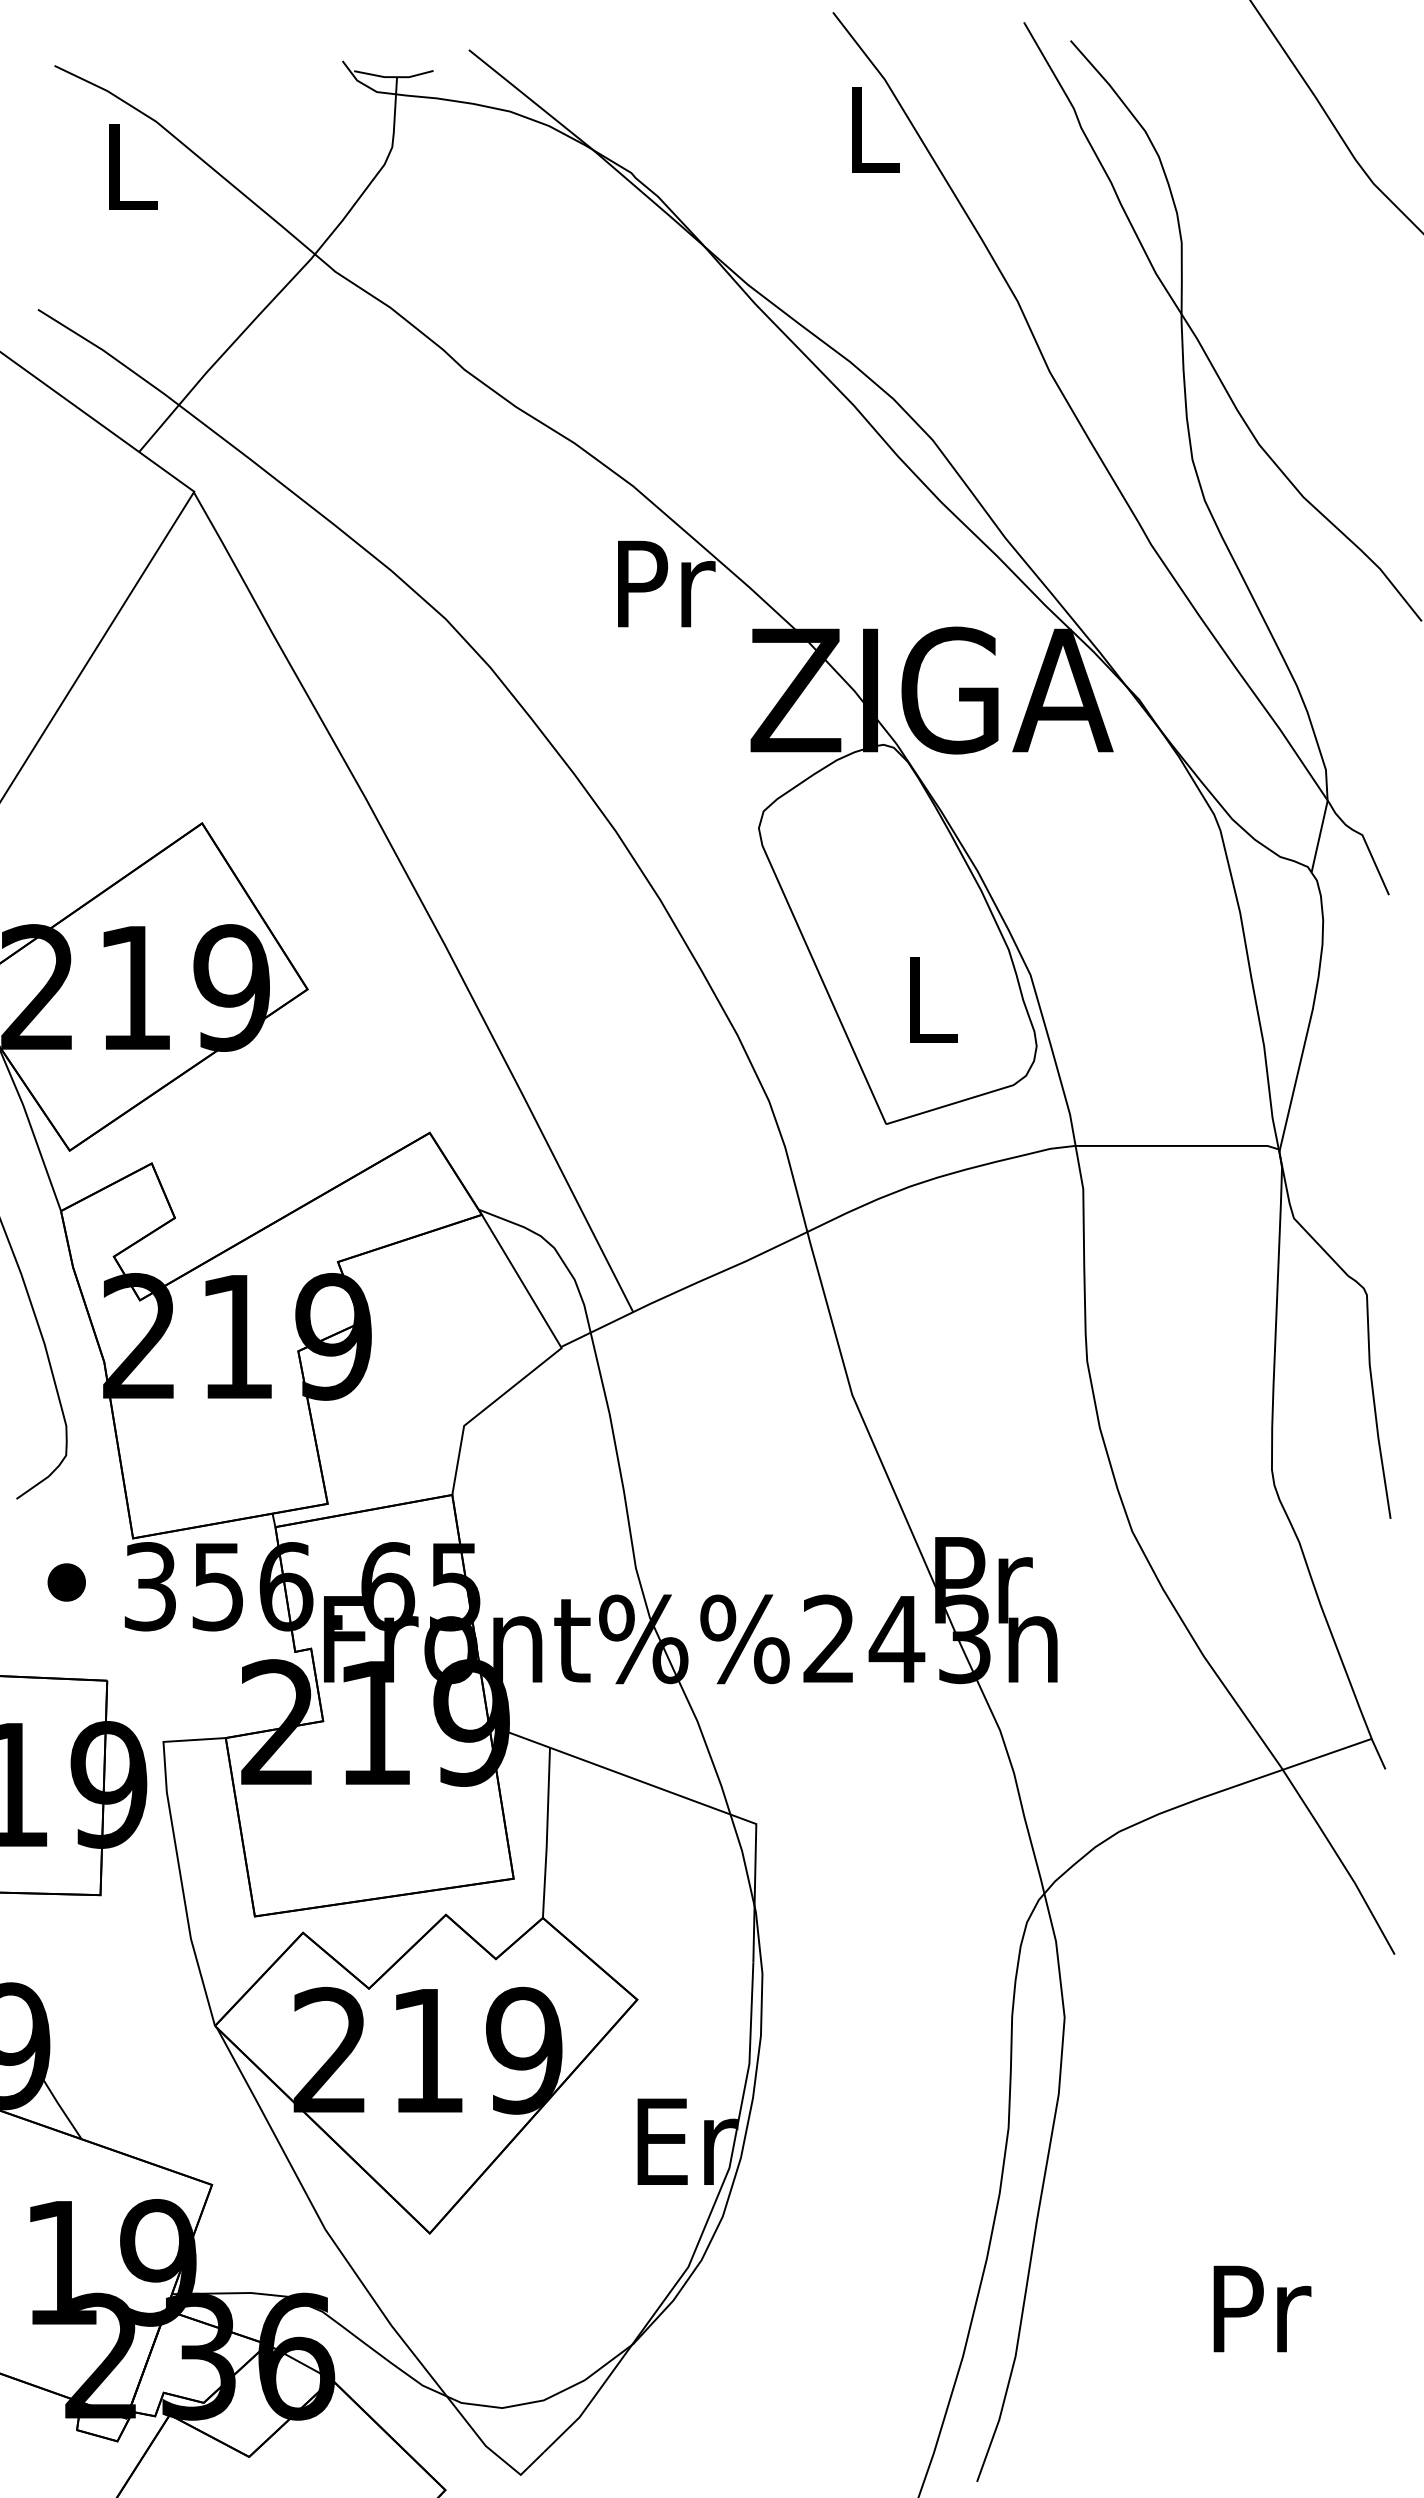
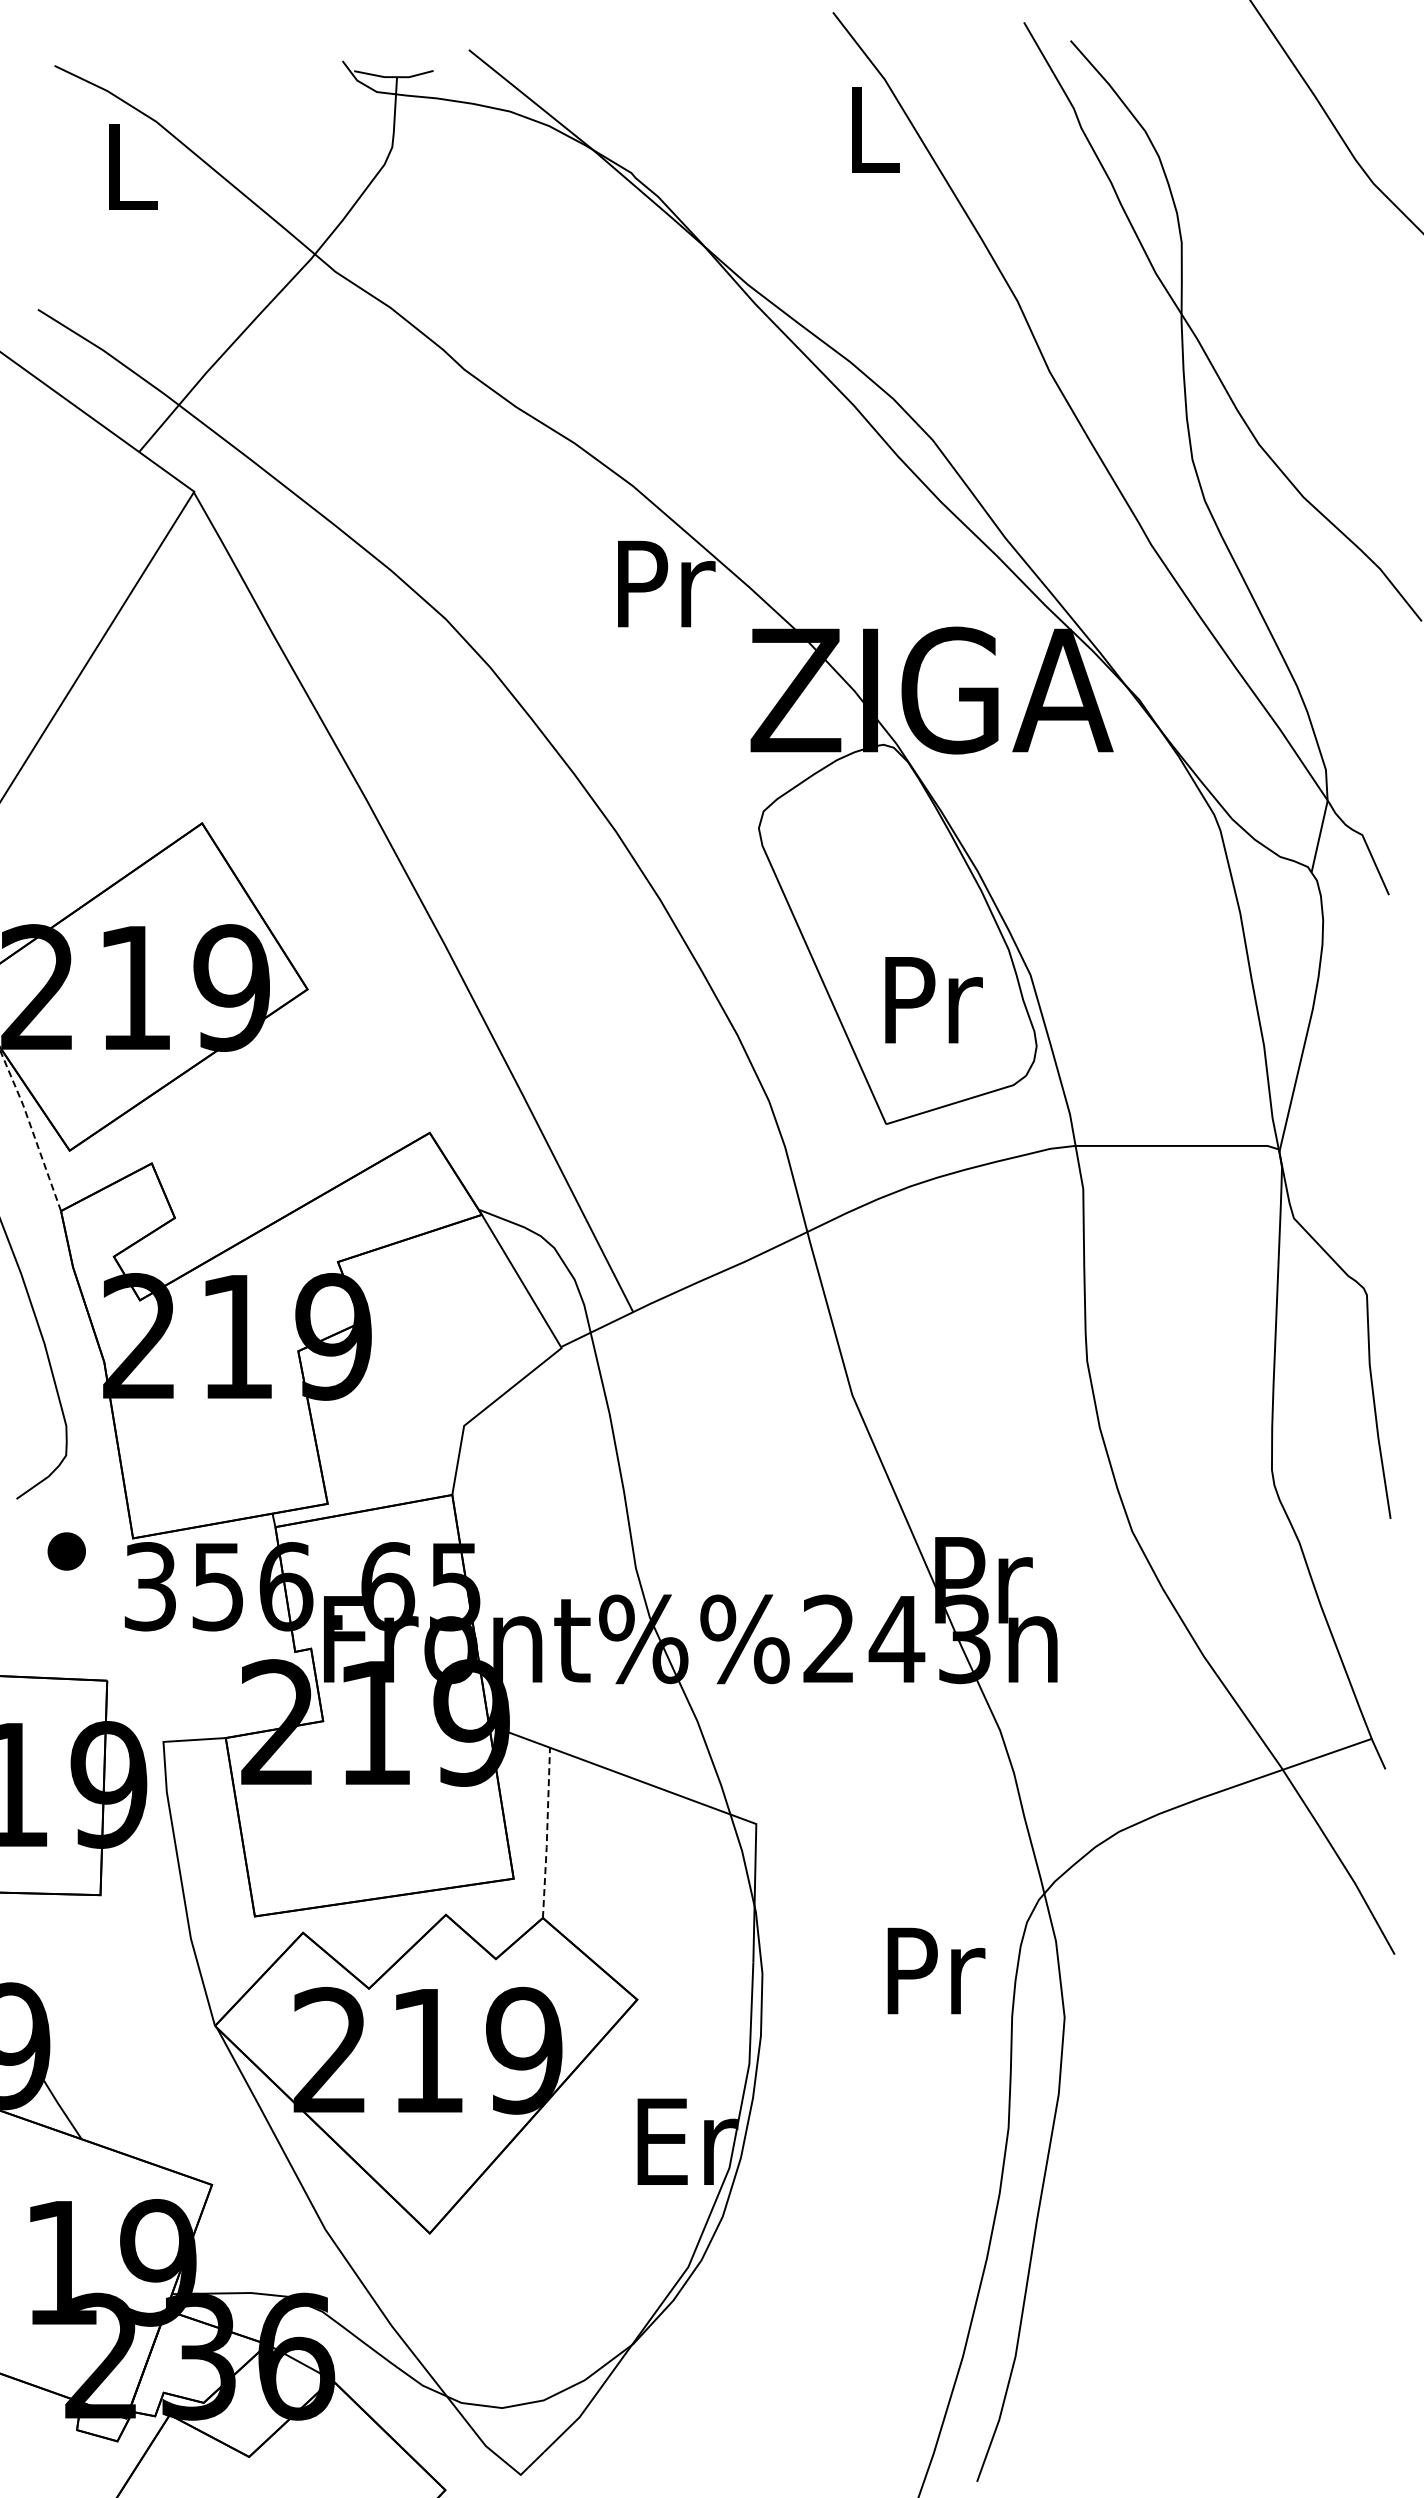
text at (933, 1000): L -> Pr
line at (31, 1129): solid -> dashed
part at (66, 1582) position: (66, 1582) -> (66, 1551)
line at (547, 1833): solid -> dashed
text at (1262, 2308) position: (1262, 2308) -> (936, 1970)
